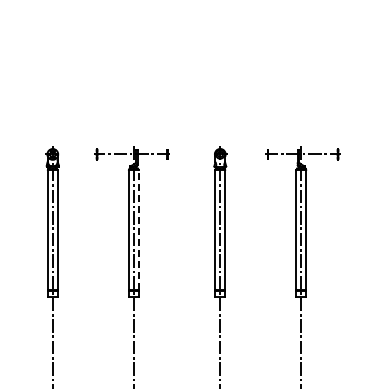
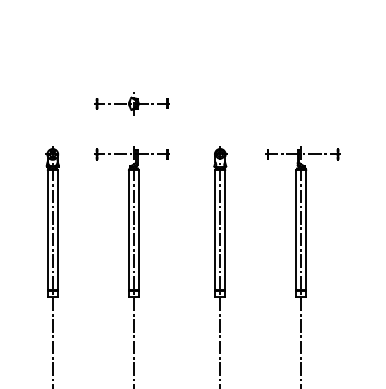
part at (131, 103): none -> present
line at (138, 229): dashed -> solid
